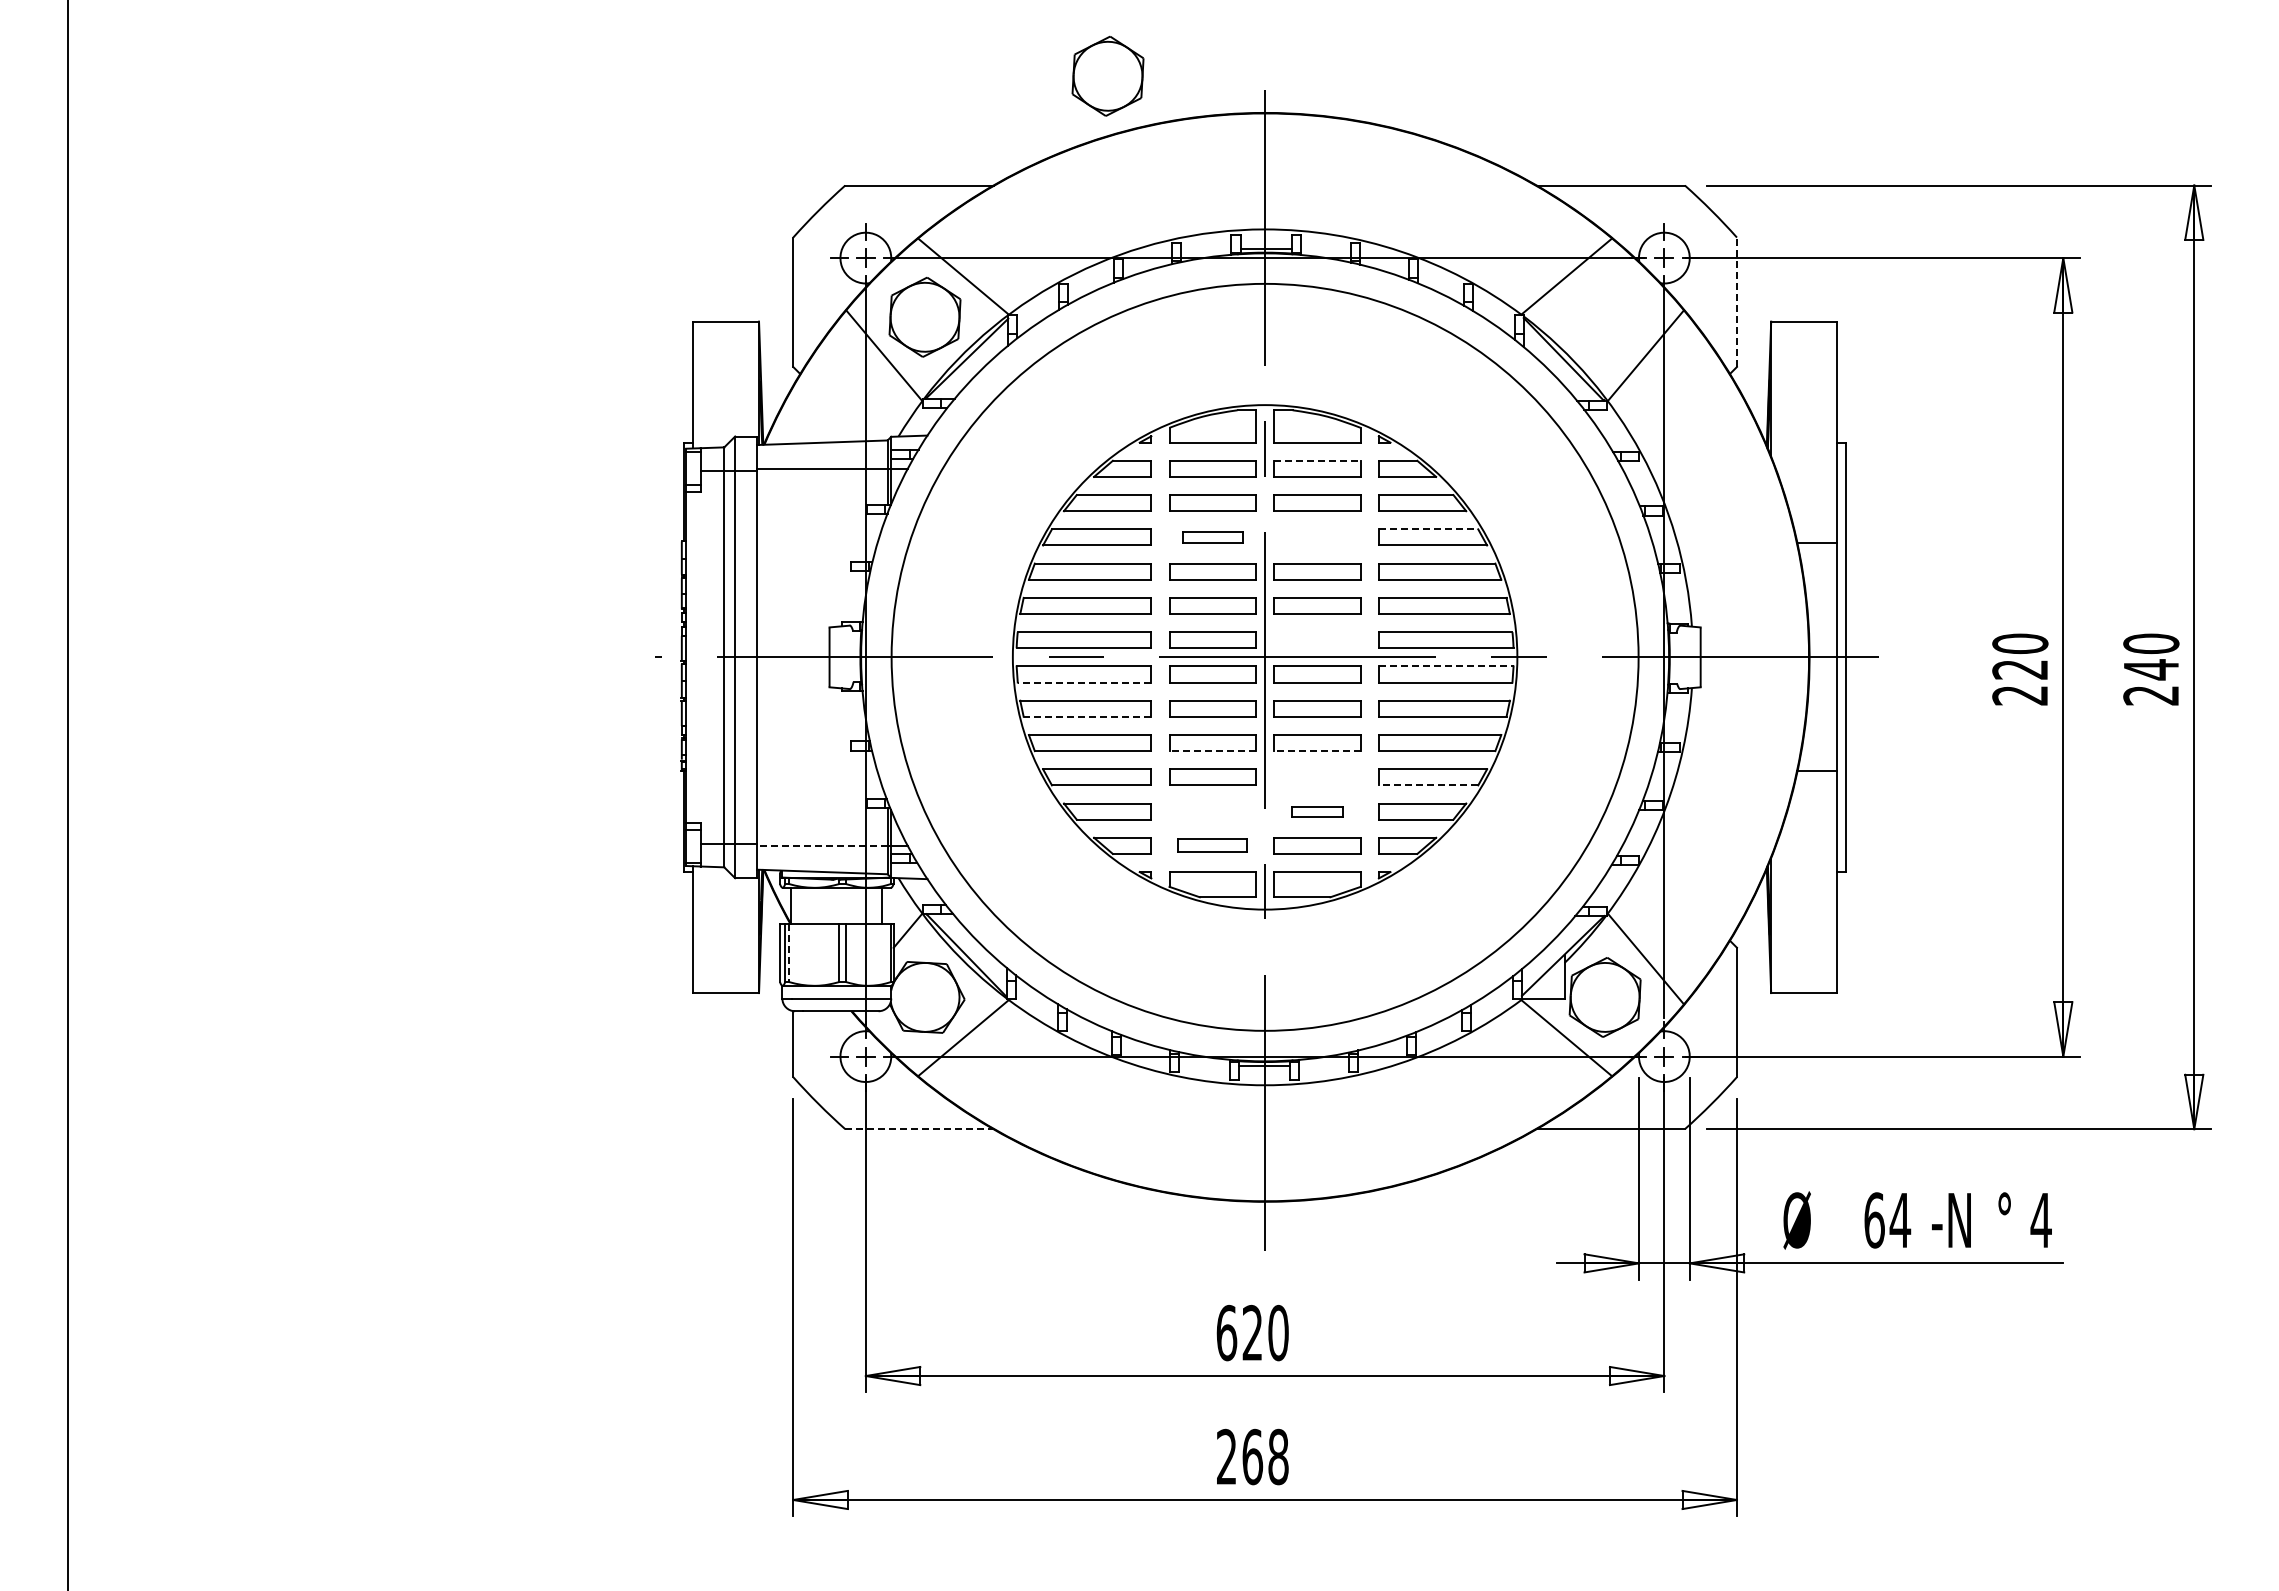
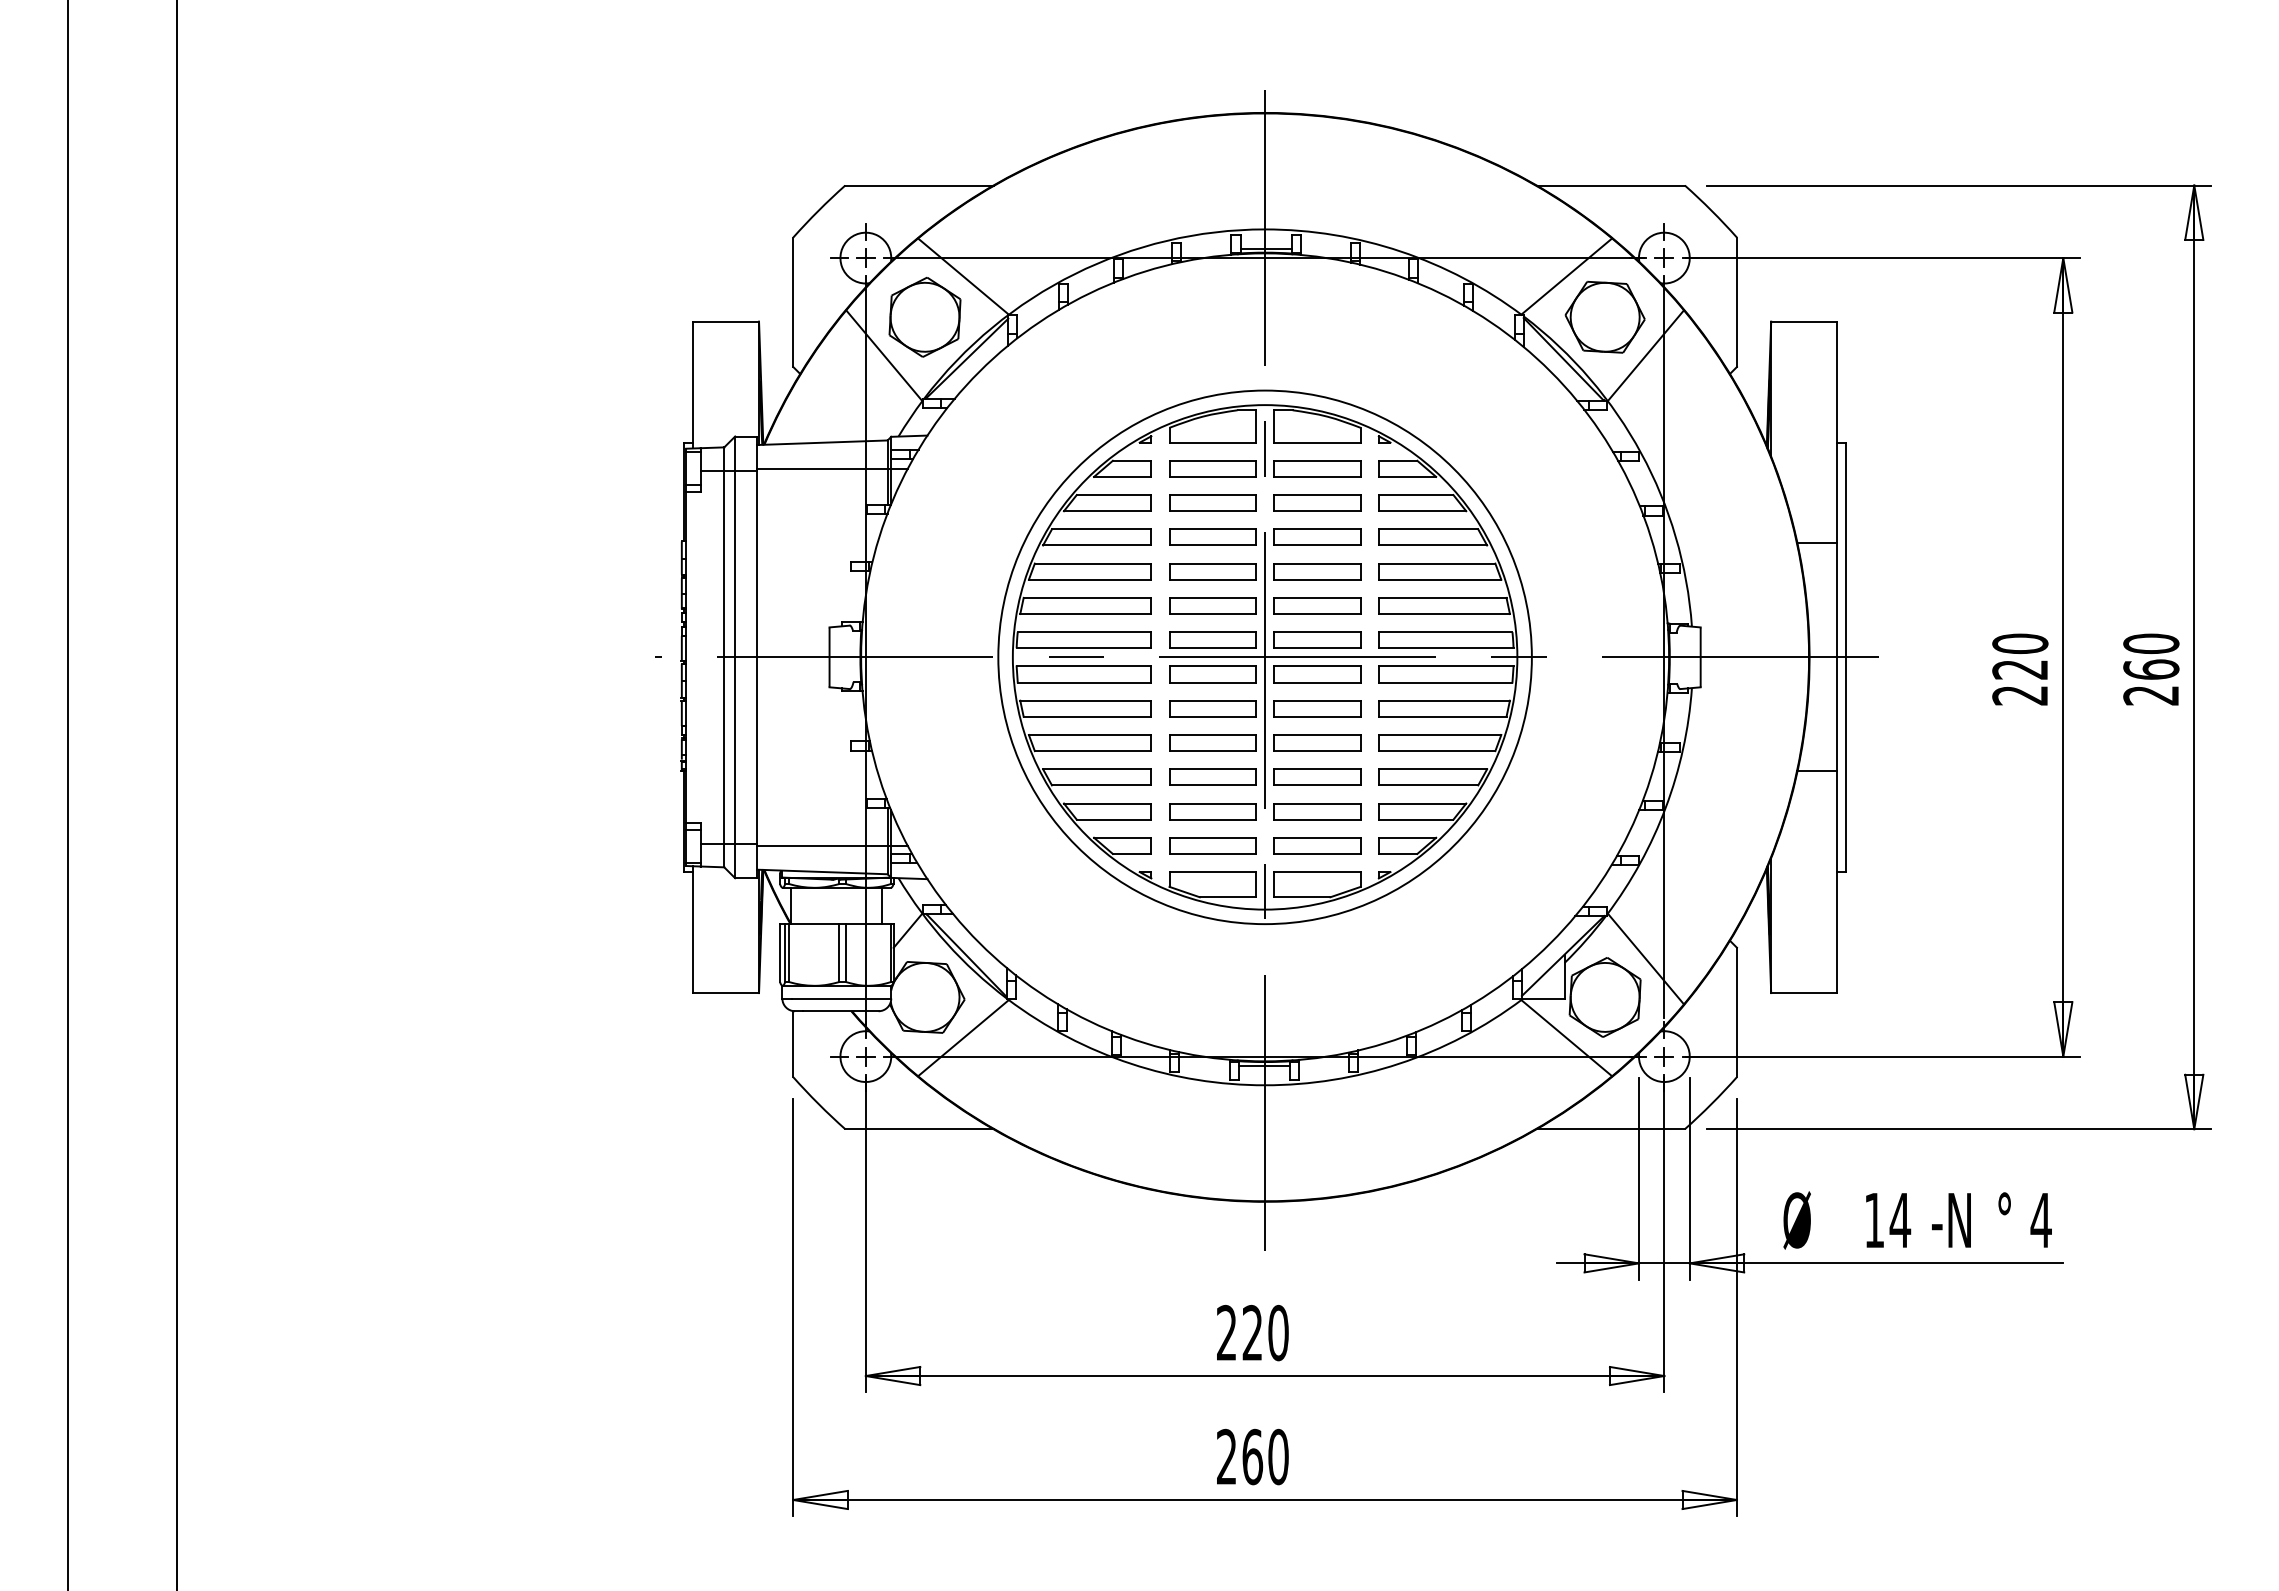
part at (1107, 75): present -> none
line at (1736, 302): dashed -> solid
part at (1604, 316): none -> present
line at (1317, 460): dashed -> solid
line at (1428, 529): dashed -> solid
part at (1317, 536): none -> present
part at (1212, 537) size: 62x13 px -> 88x18 px
part at (1317, 639): none -> present
circle at (1264, 656) diameter: 747 px -> 534 px
line at (1446, 666): dashed -> solid
text at (2151, 669): 240 -> 260
line at (1084, 682): dashed -> solid
line at (1087, 716): dashed -> solid
line at (1212, 751): dashed -> solid
line at (1316, 751): dashed -> solid
part at (1317, 776): none -> present
line at (1428, 785): dashed -> solid
line at (177, 794): none -> present
part at (1212, 811): none -> present
part at (1317, 811) size: 53x12 px -> 89x18 px
part at (1212, 845) size: 71x15 px -> 88x18 px
line at (821, 846): dashed -> solid
line at (789, 953): dashed -> solid
line at (919, 1129): dashed -> solid
text at (1874, 1220): 64 -> 14
text at (1226, 1332): 620 -> 220
text at (1278, 1456): 268 -> 260
